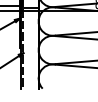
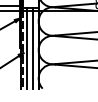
line at (27, 47): none -> present
line at (32, 47): none -> present
